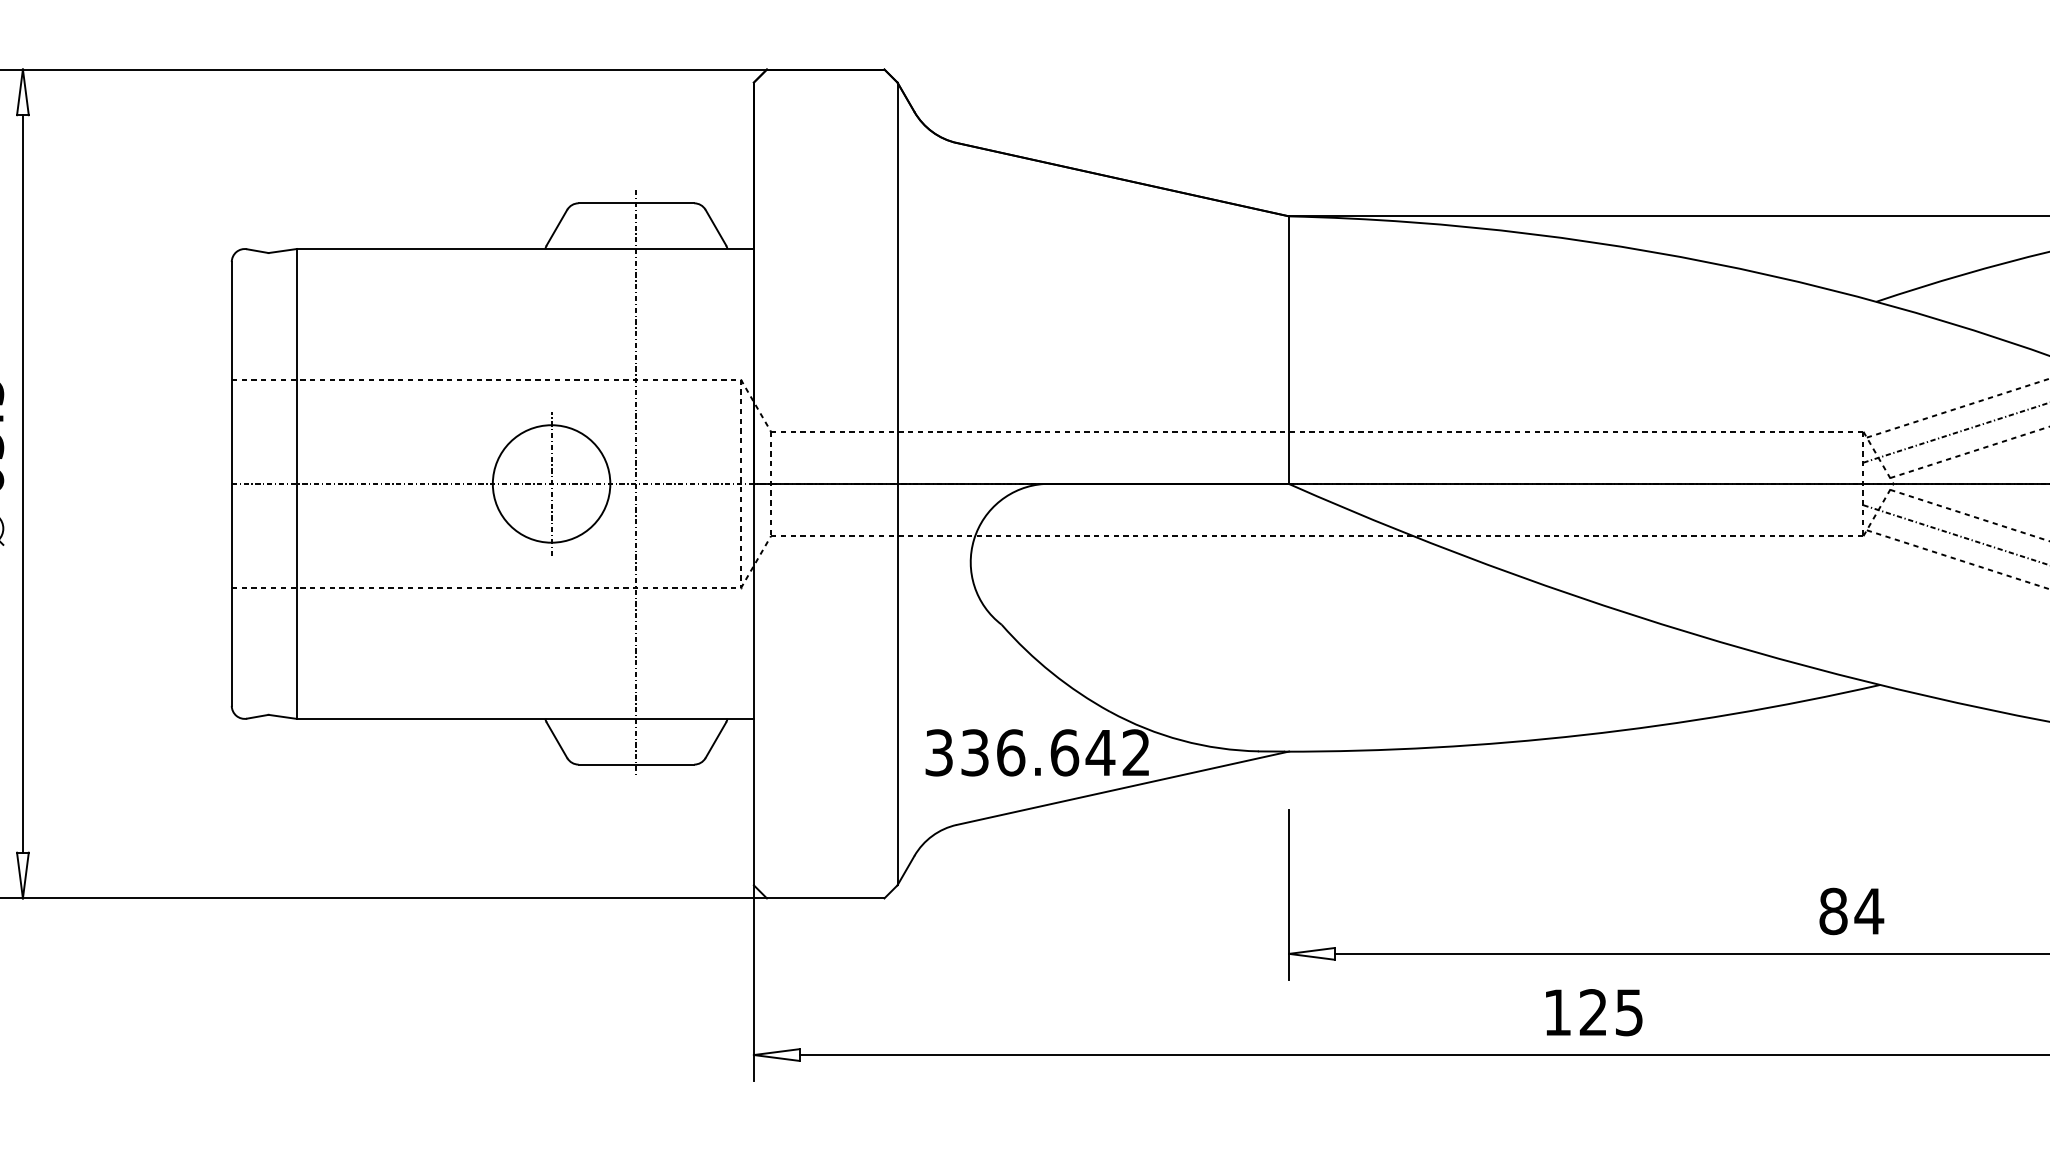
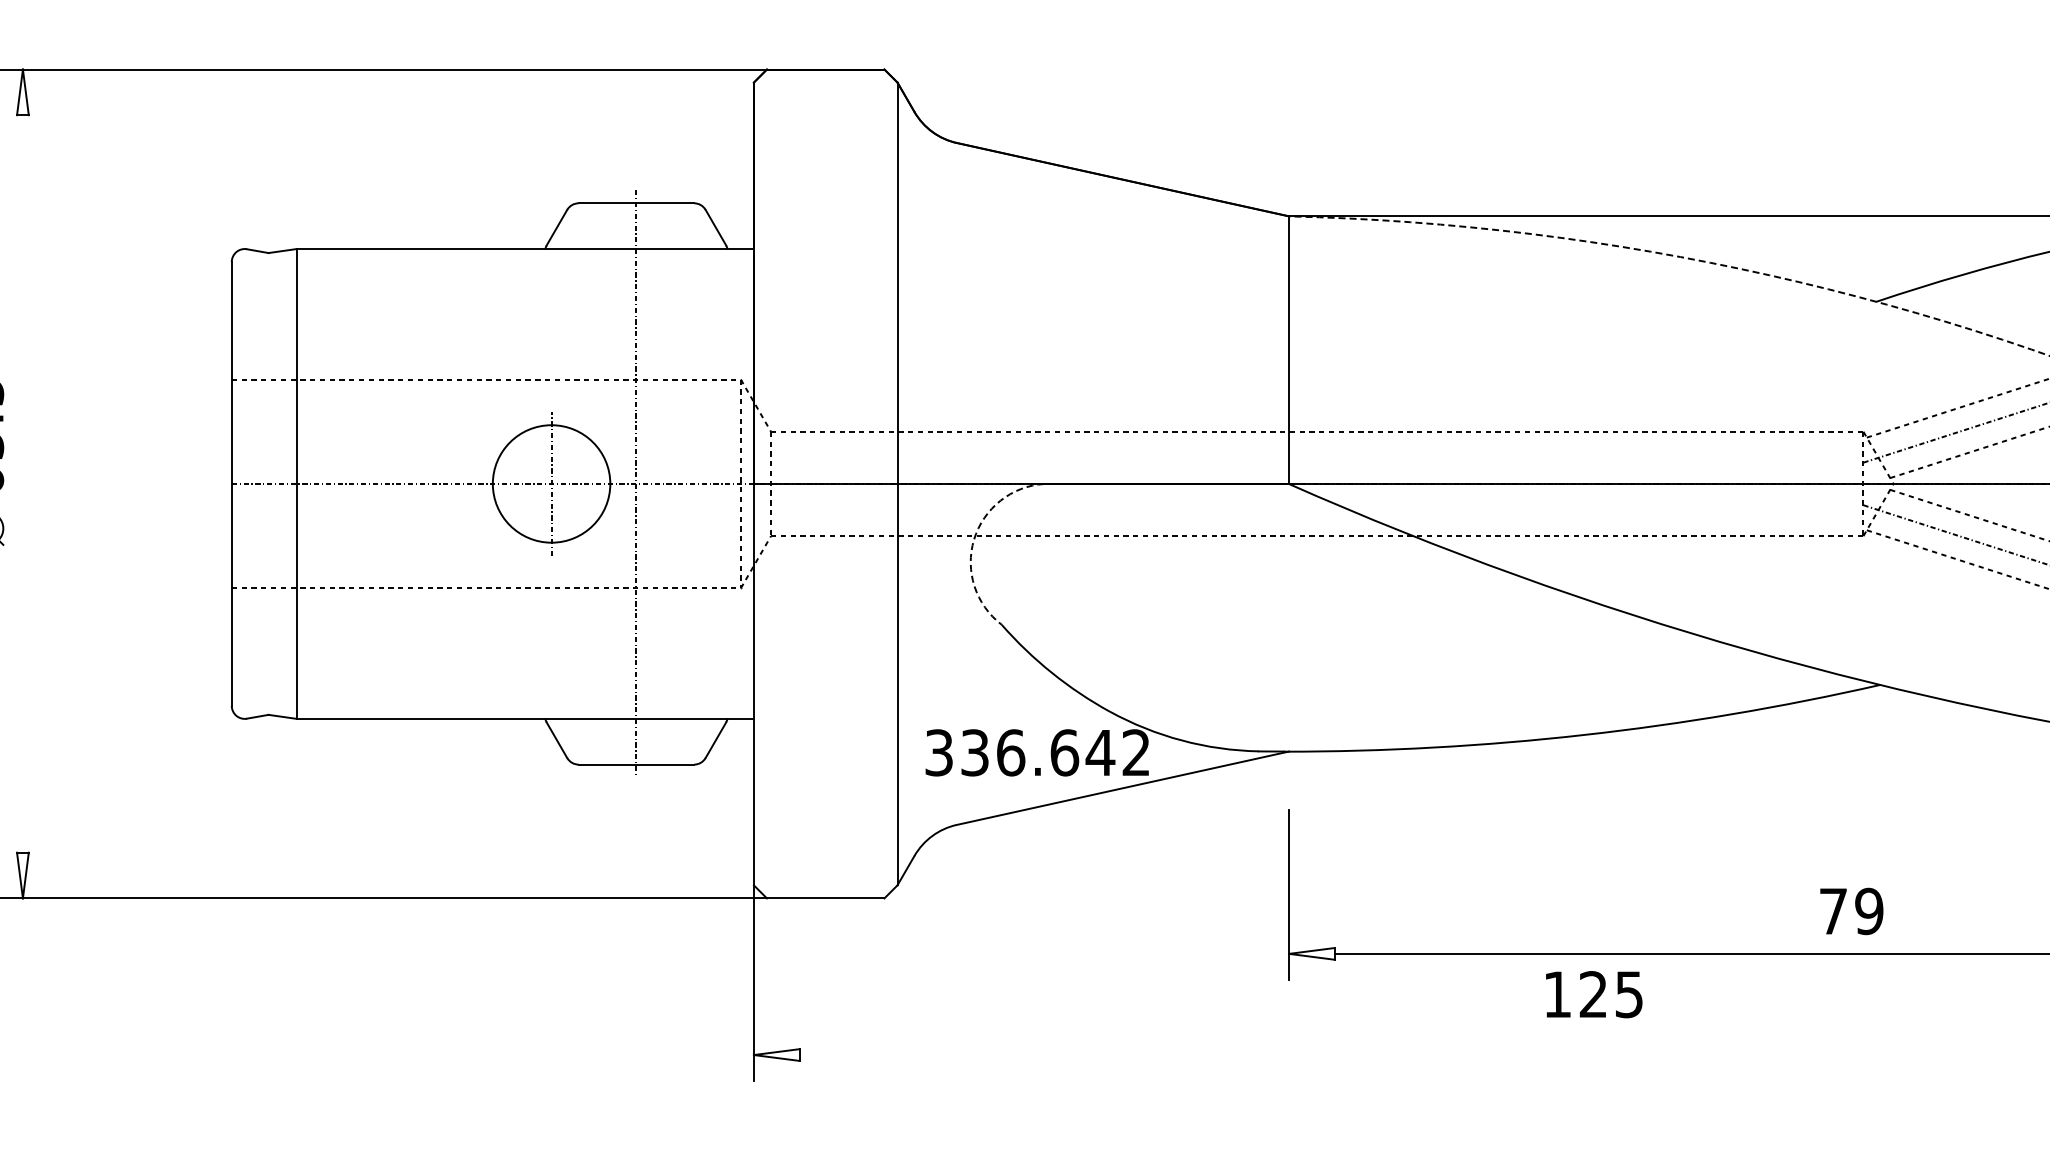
arc at (1675, 256): solid -> dashed
line at (22, 483): present -> none
arc at (974, 539): solid -> dashed
text at (1851, 911): 84 -> 79
text at (1594, 1012) position: (1594, 1012) -> (1594, 994)
line at (1422, 1055): present -> none
